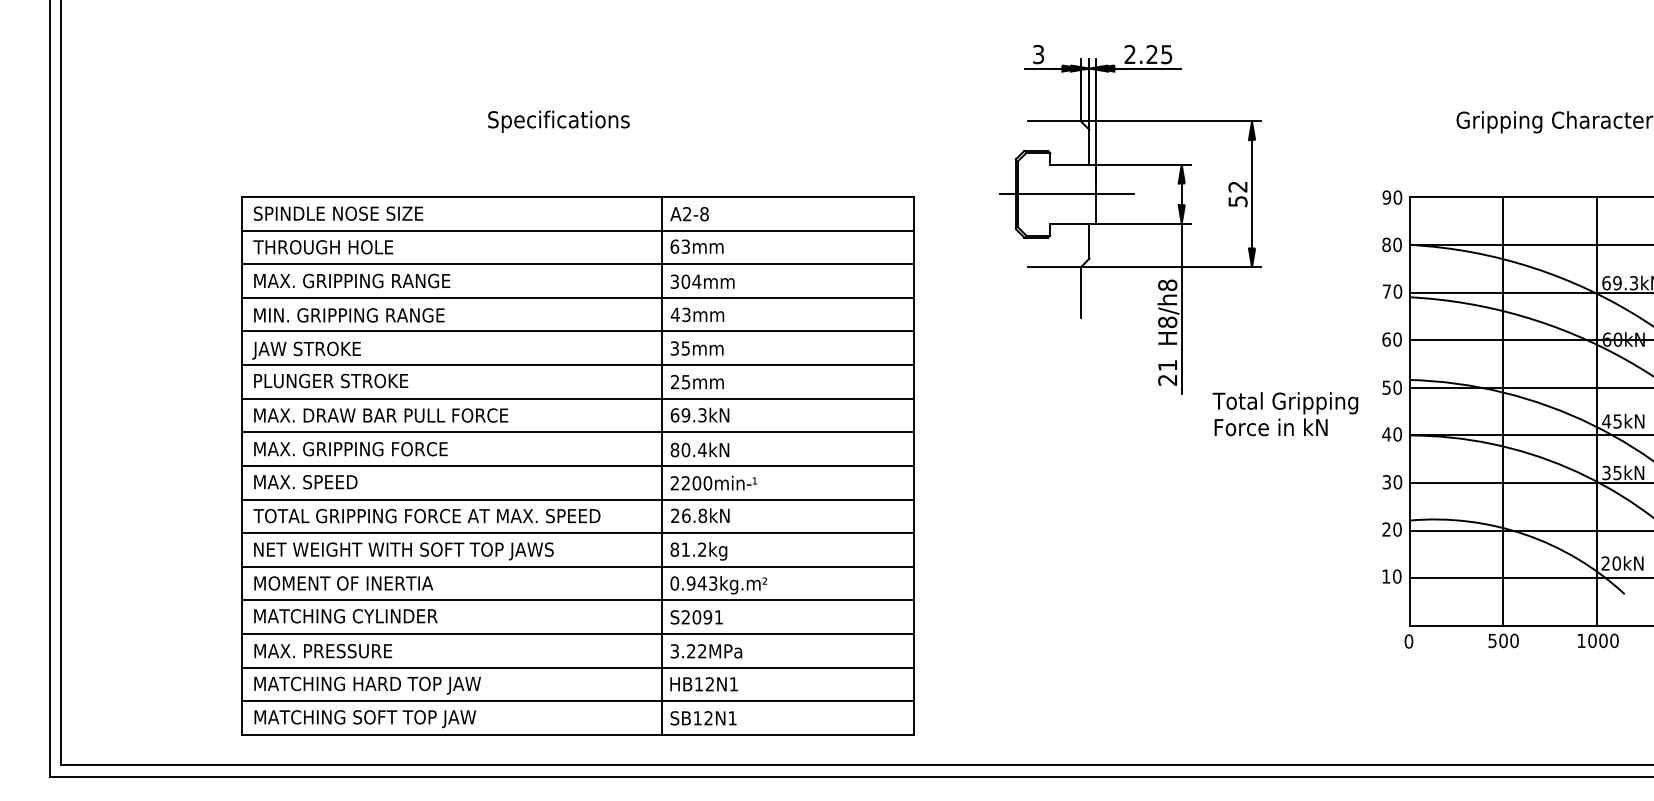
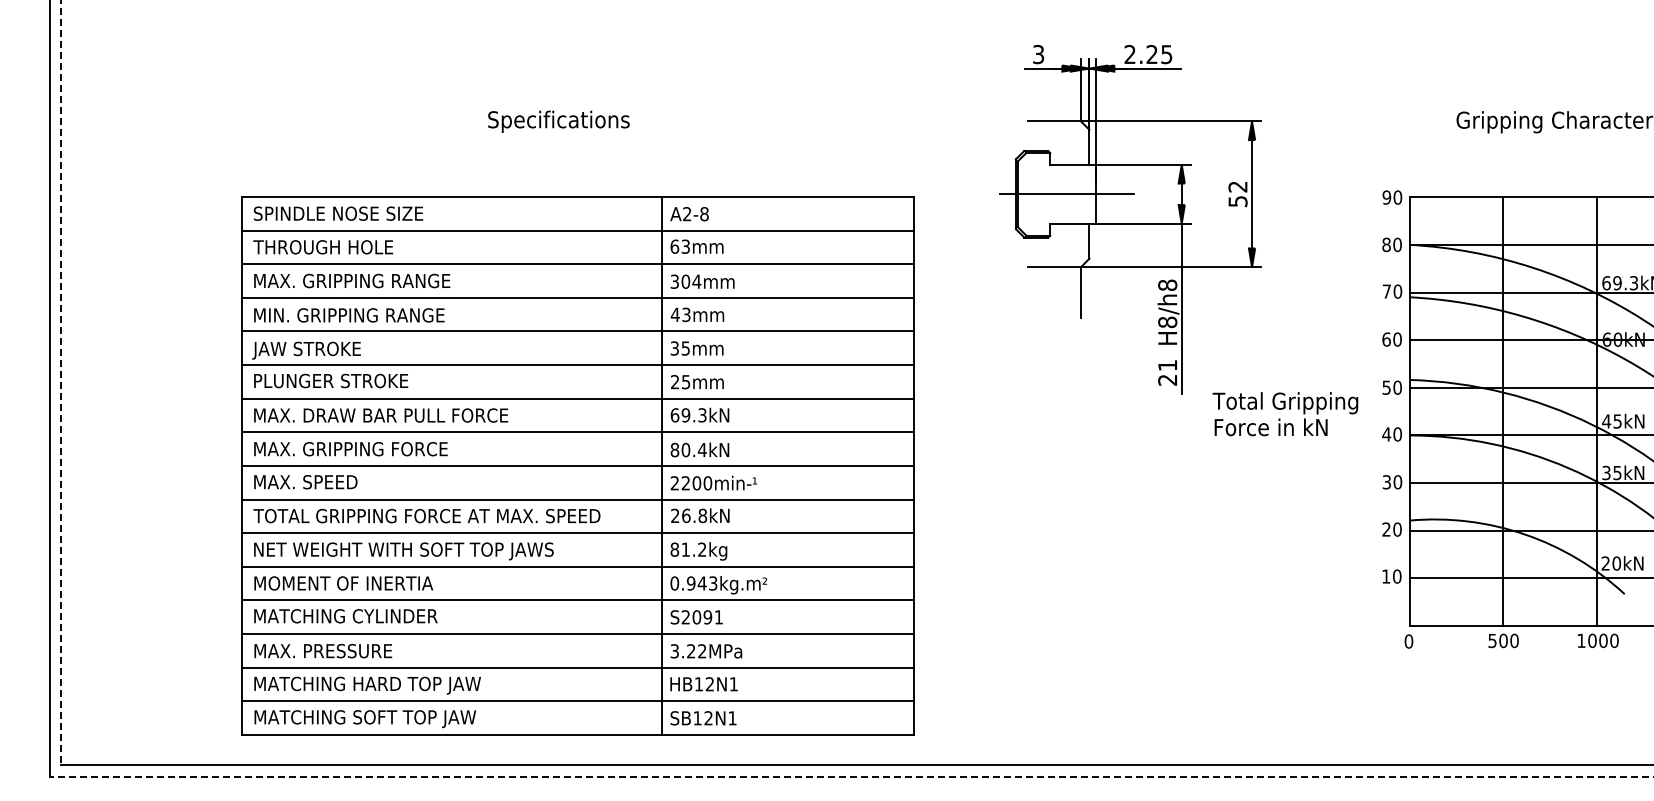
line at (61, 383): solid -> dashed
line at (851, 776): solid -> dashed
